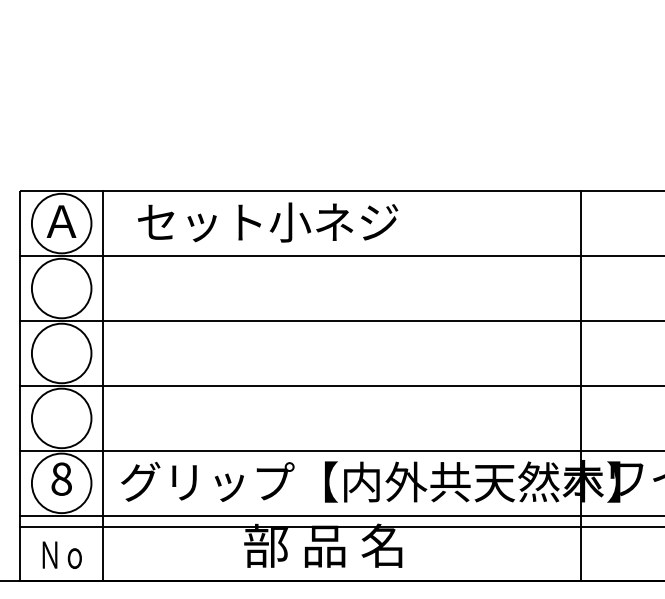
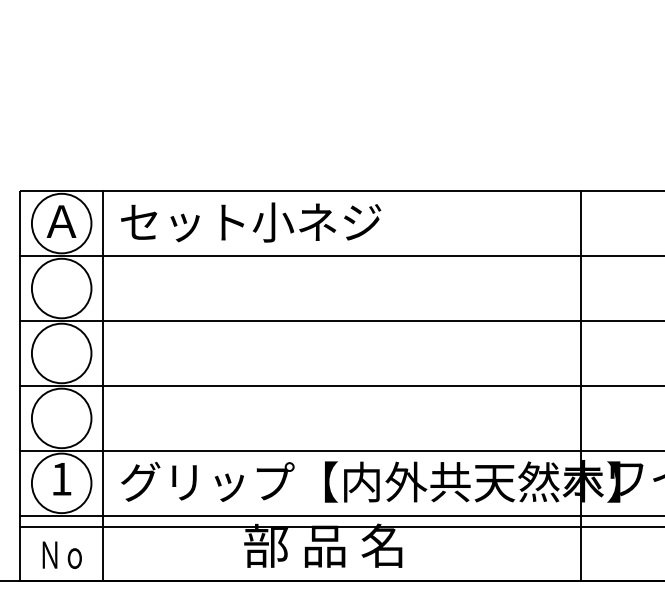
text at (268, 222) position: (268, 222) -> (251, 222)
text at (61, 478): 8 -> 1
